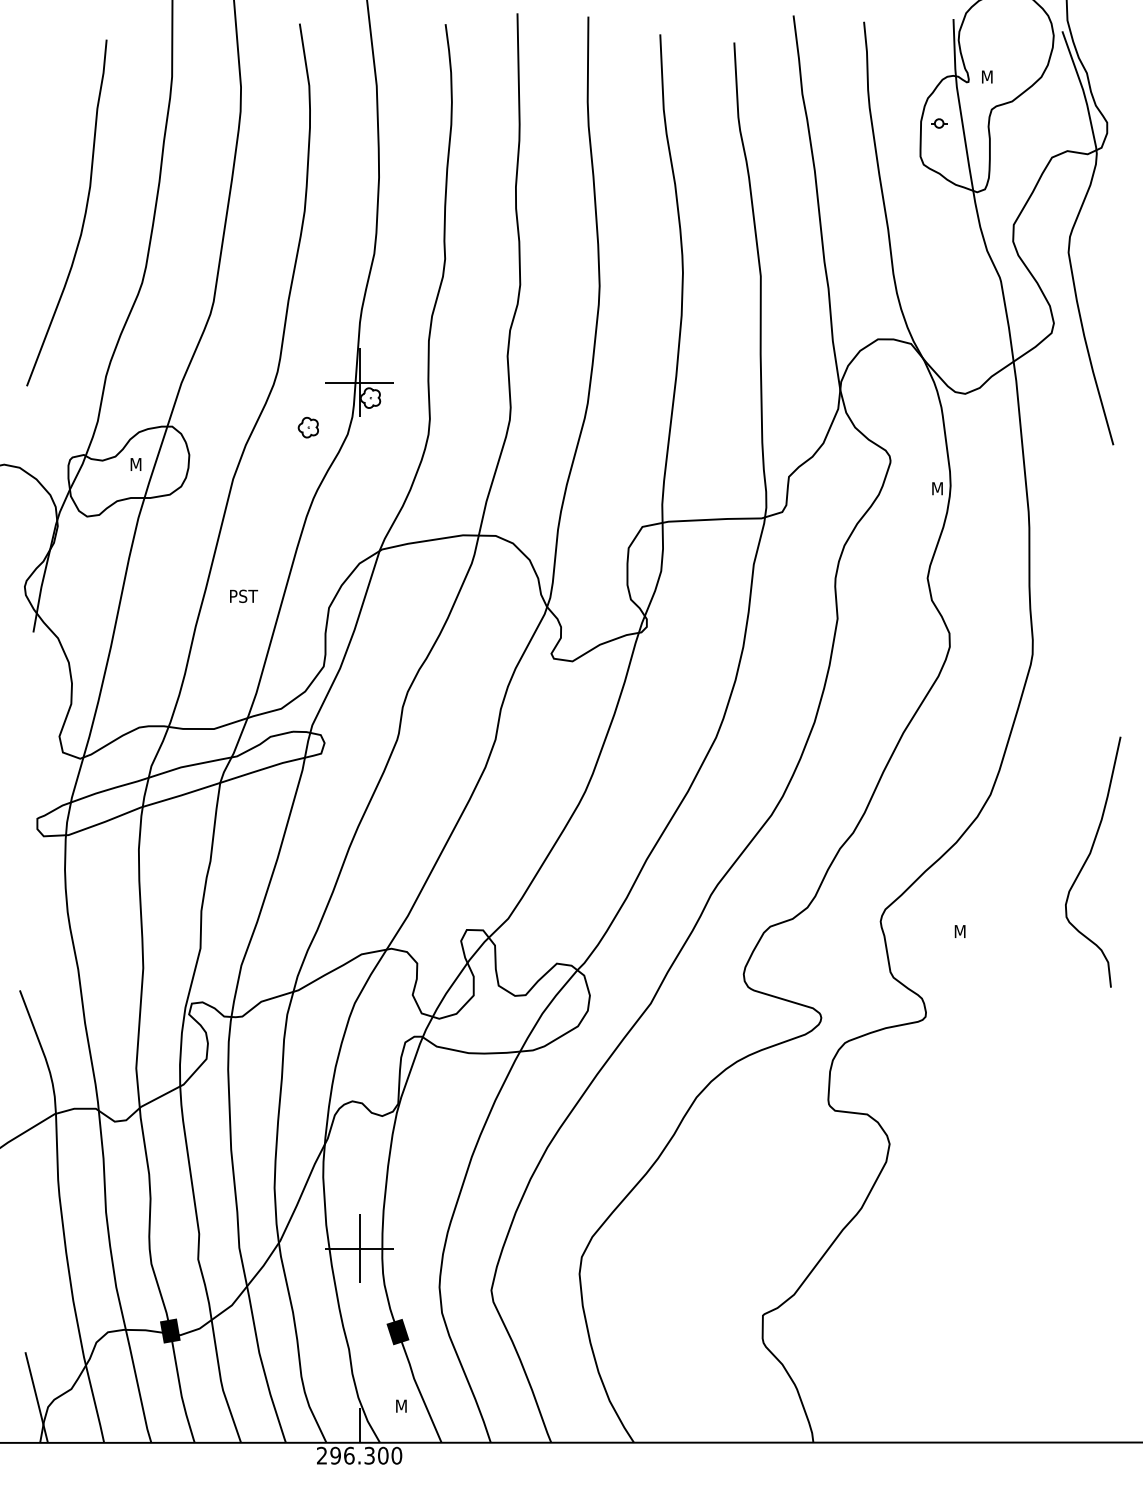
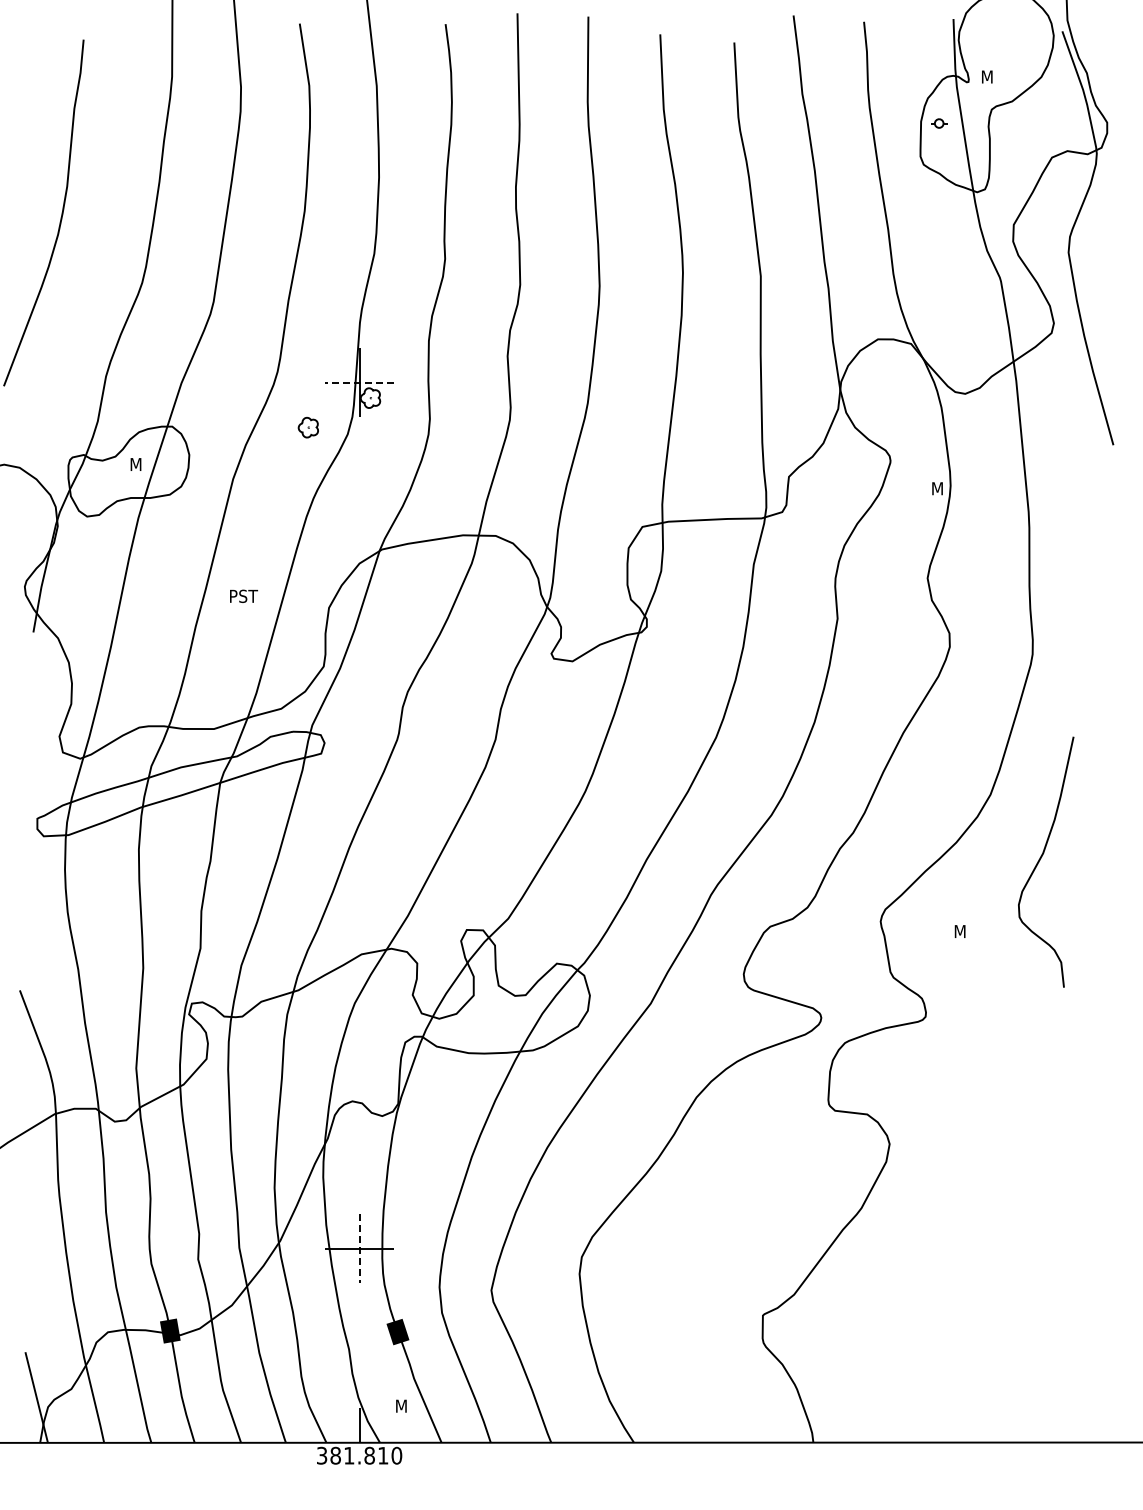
curve at (83, 217) position: (83, 217) -> (60, 217)
line at (359, 382): solid -> dashed
curve at (1088, 858) position: (1088, 858) -> (1041, 858)
line at (359, 1248): solid -> dashed
text at (352, 1455): 296.300 -> 381.810
